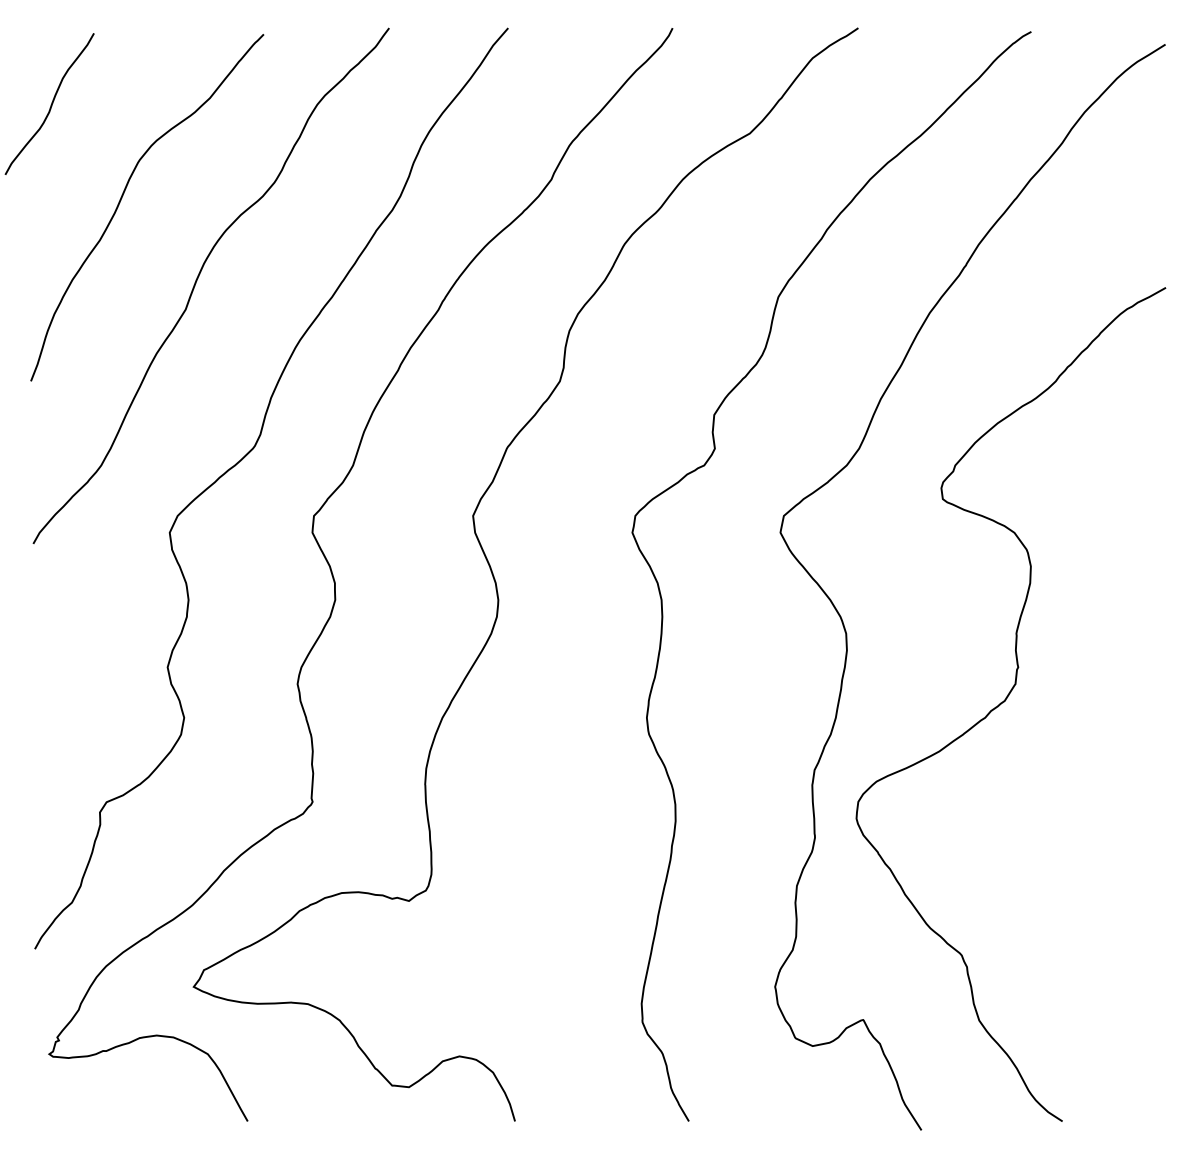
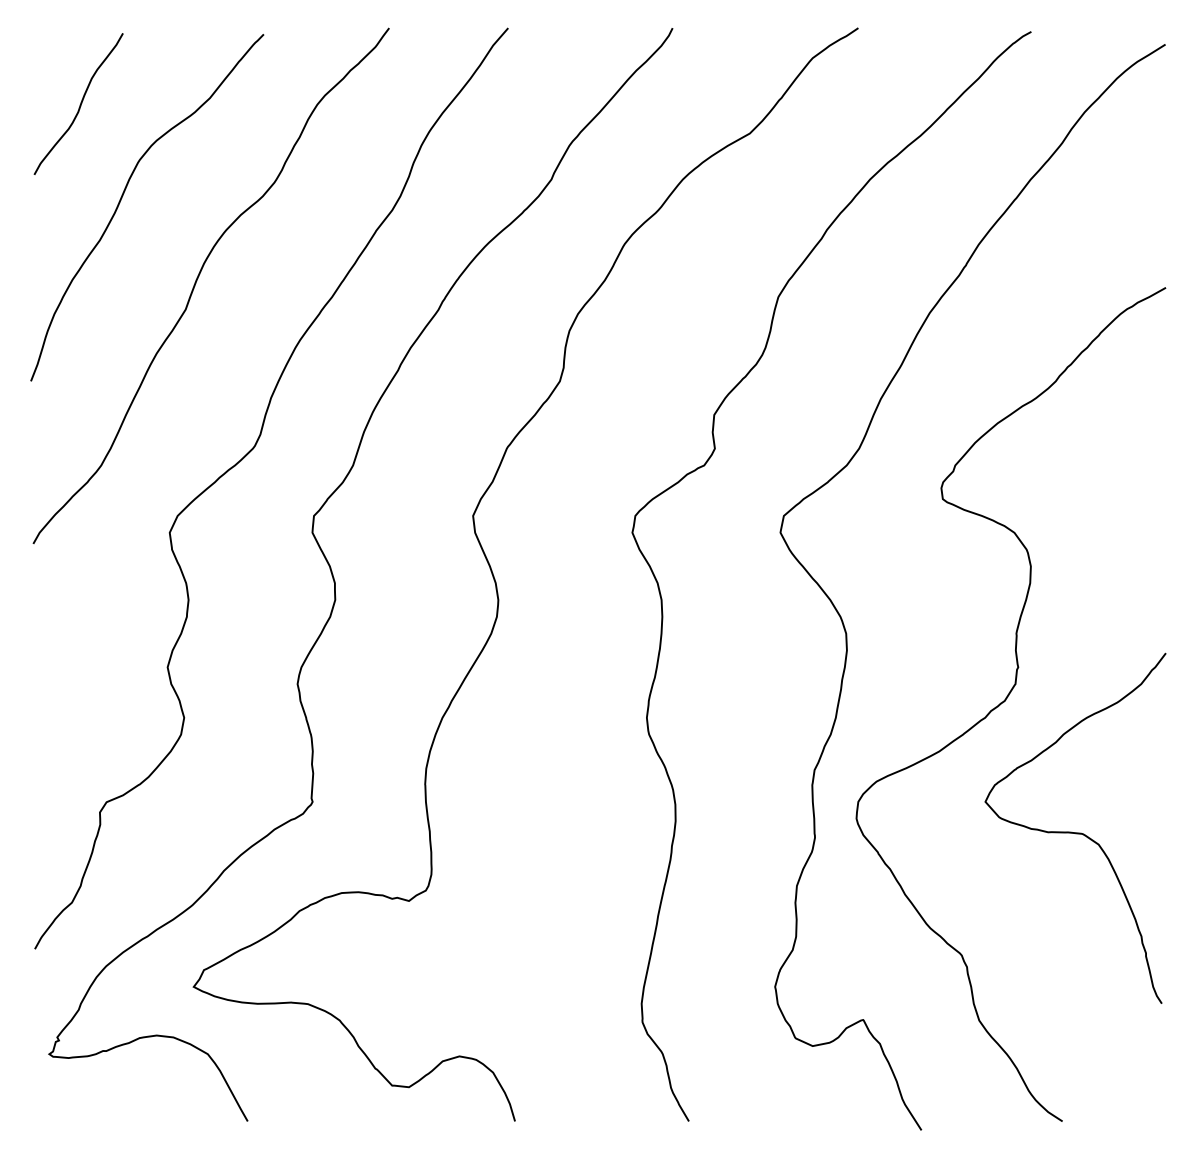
curve at (51, 103) position: (51, 103) -> (80, 103)
curve at (1075, 832): none -> present
